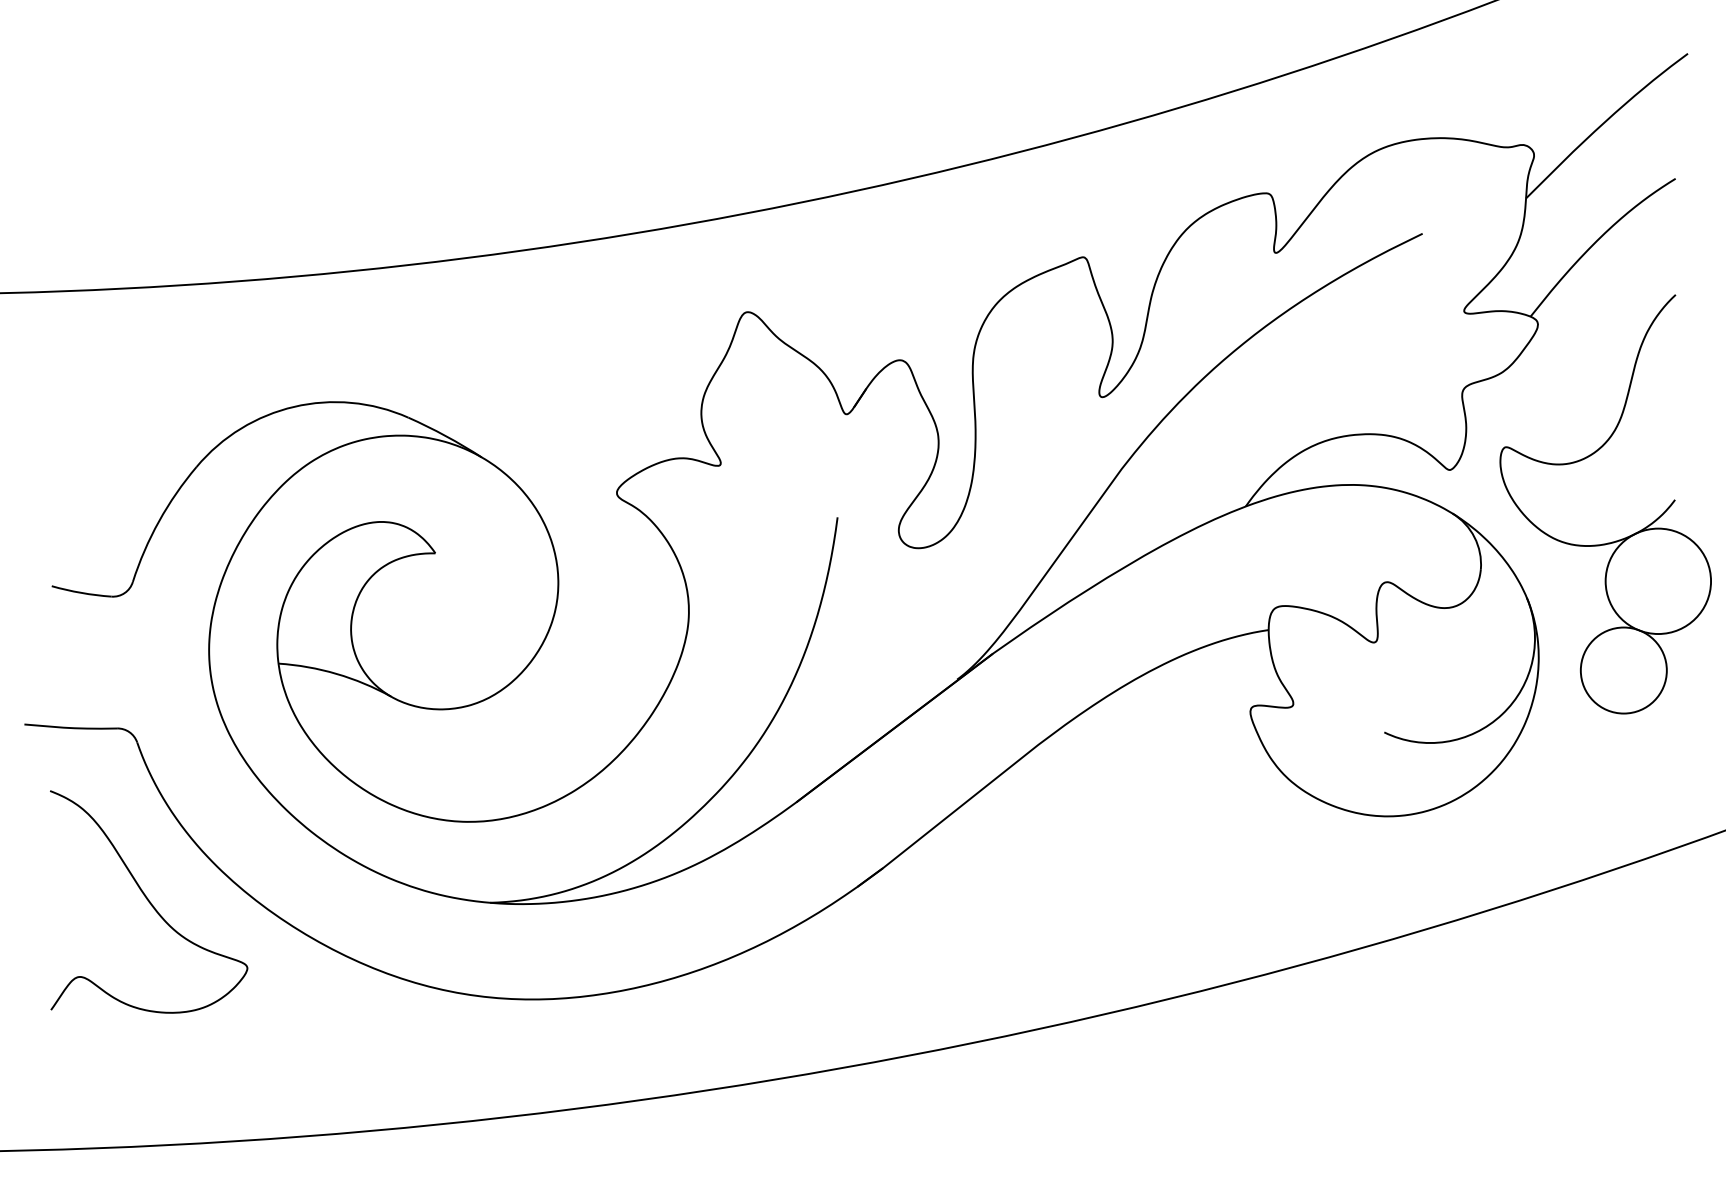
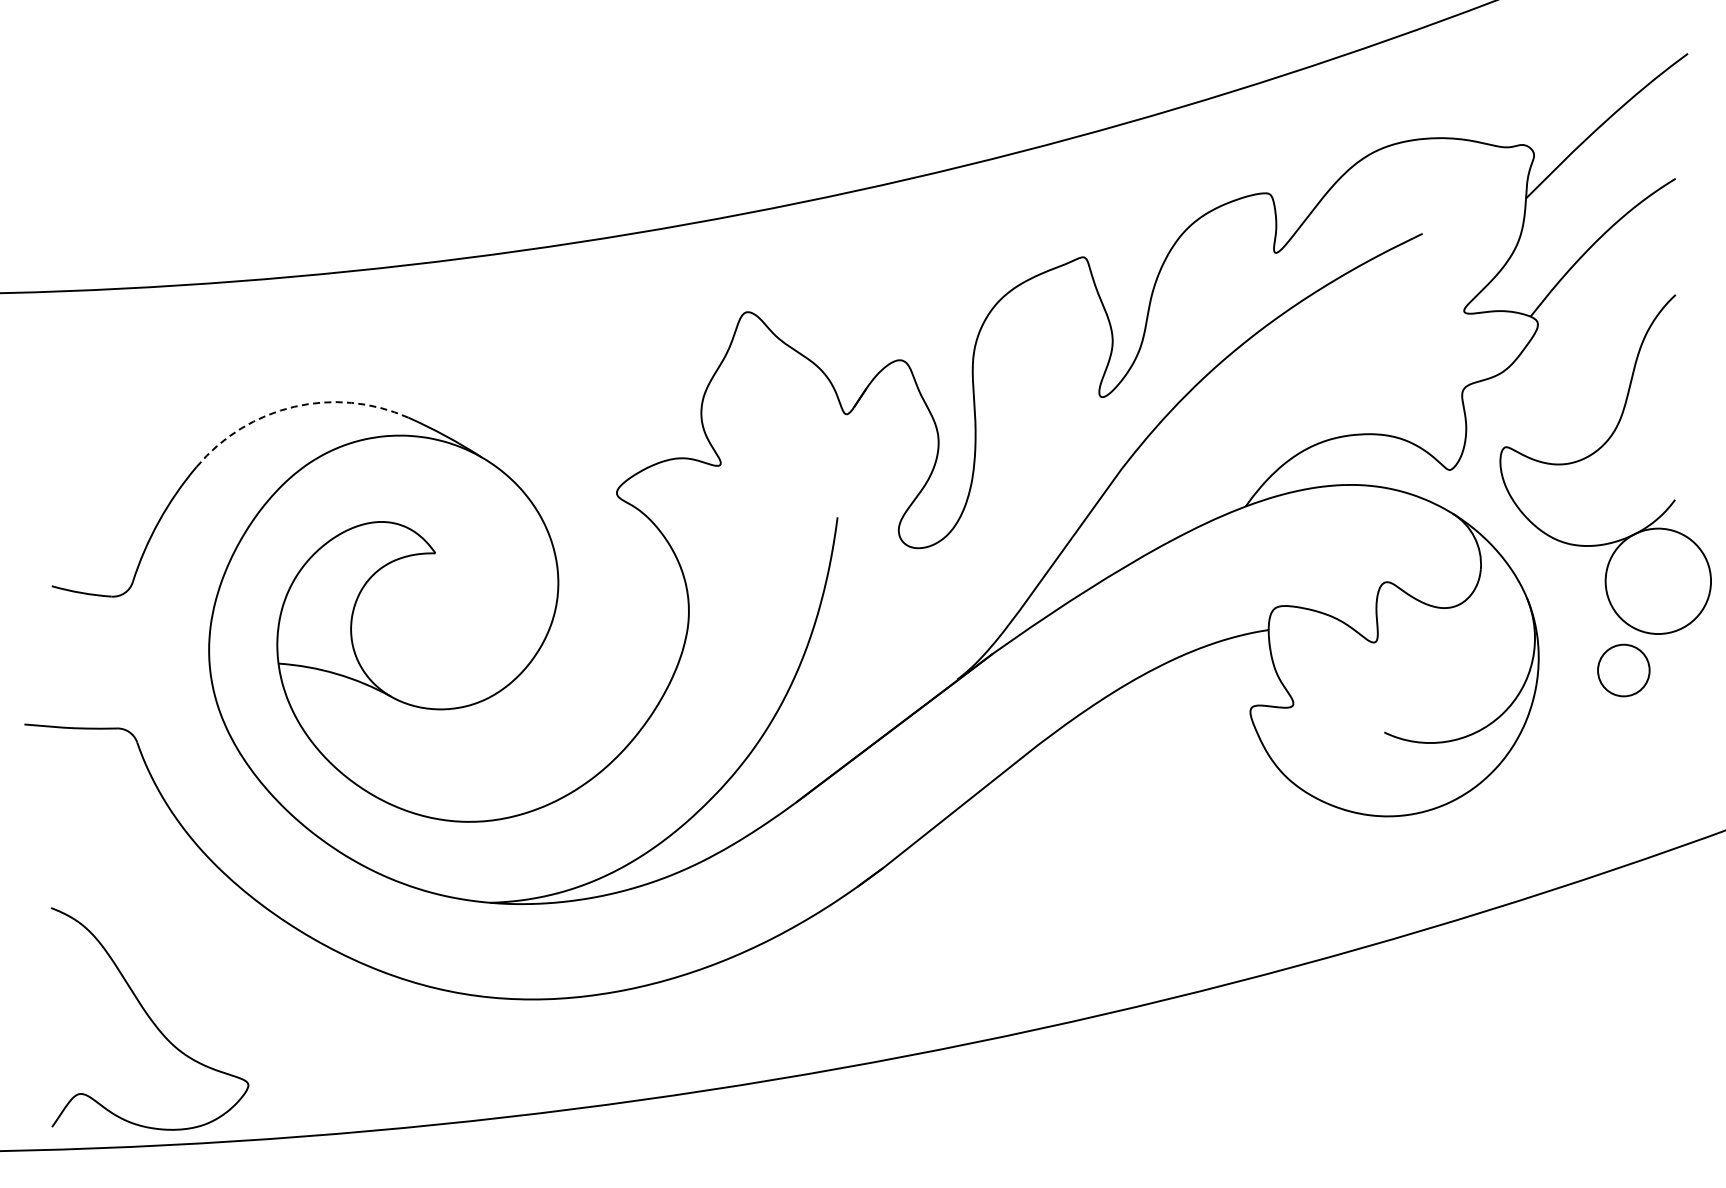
arc at (294, 406): solid -> dashed
circle at (1623, 670) diameter: 86 px -> 52 px
curve at (149, 901) position: (149, 901) -> (150, 1018)
